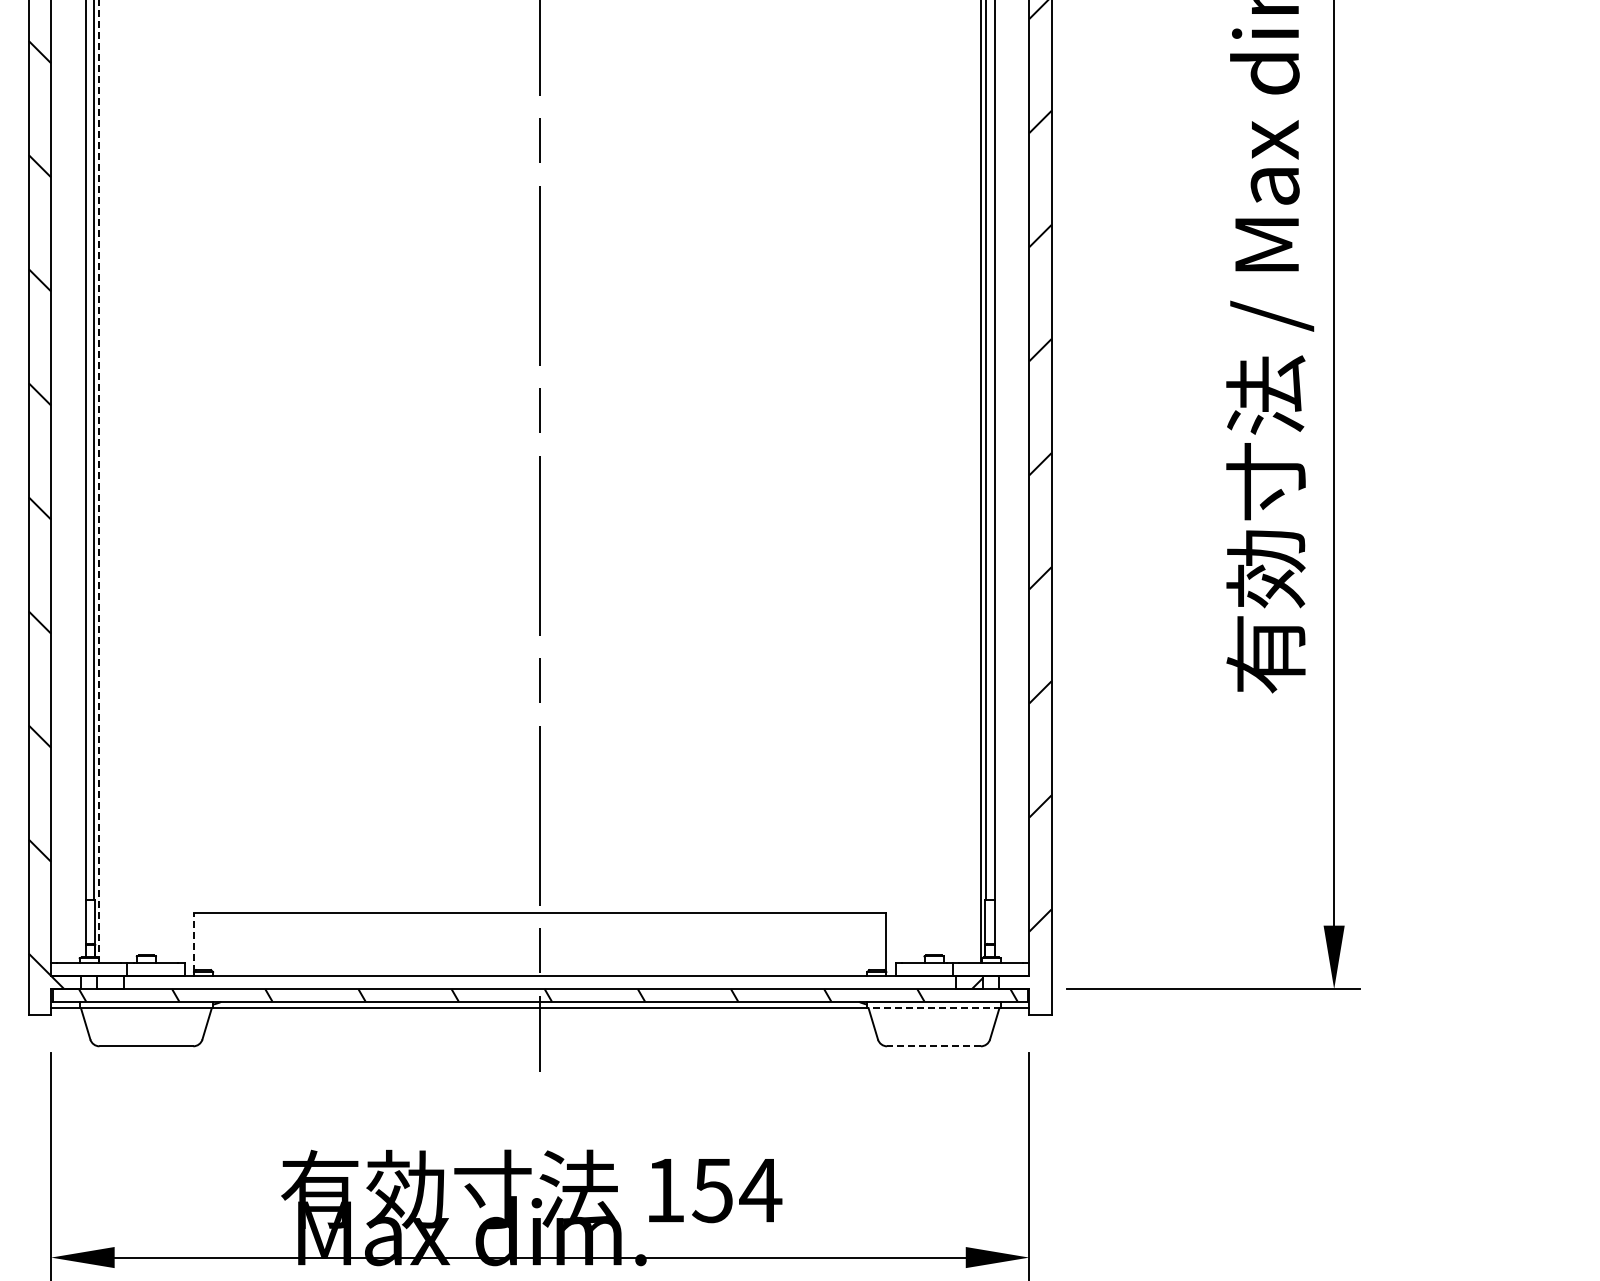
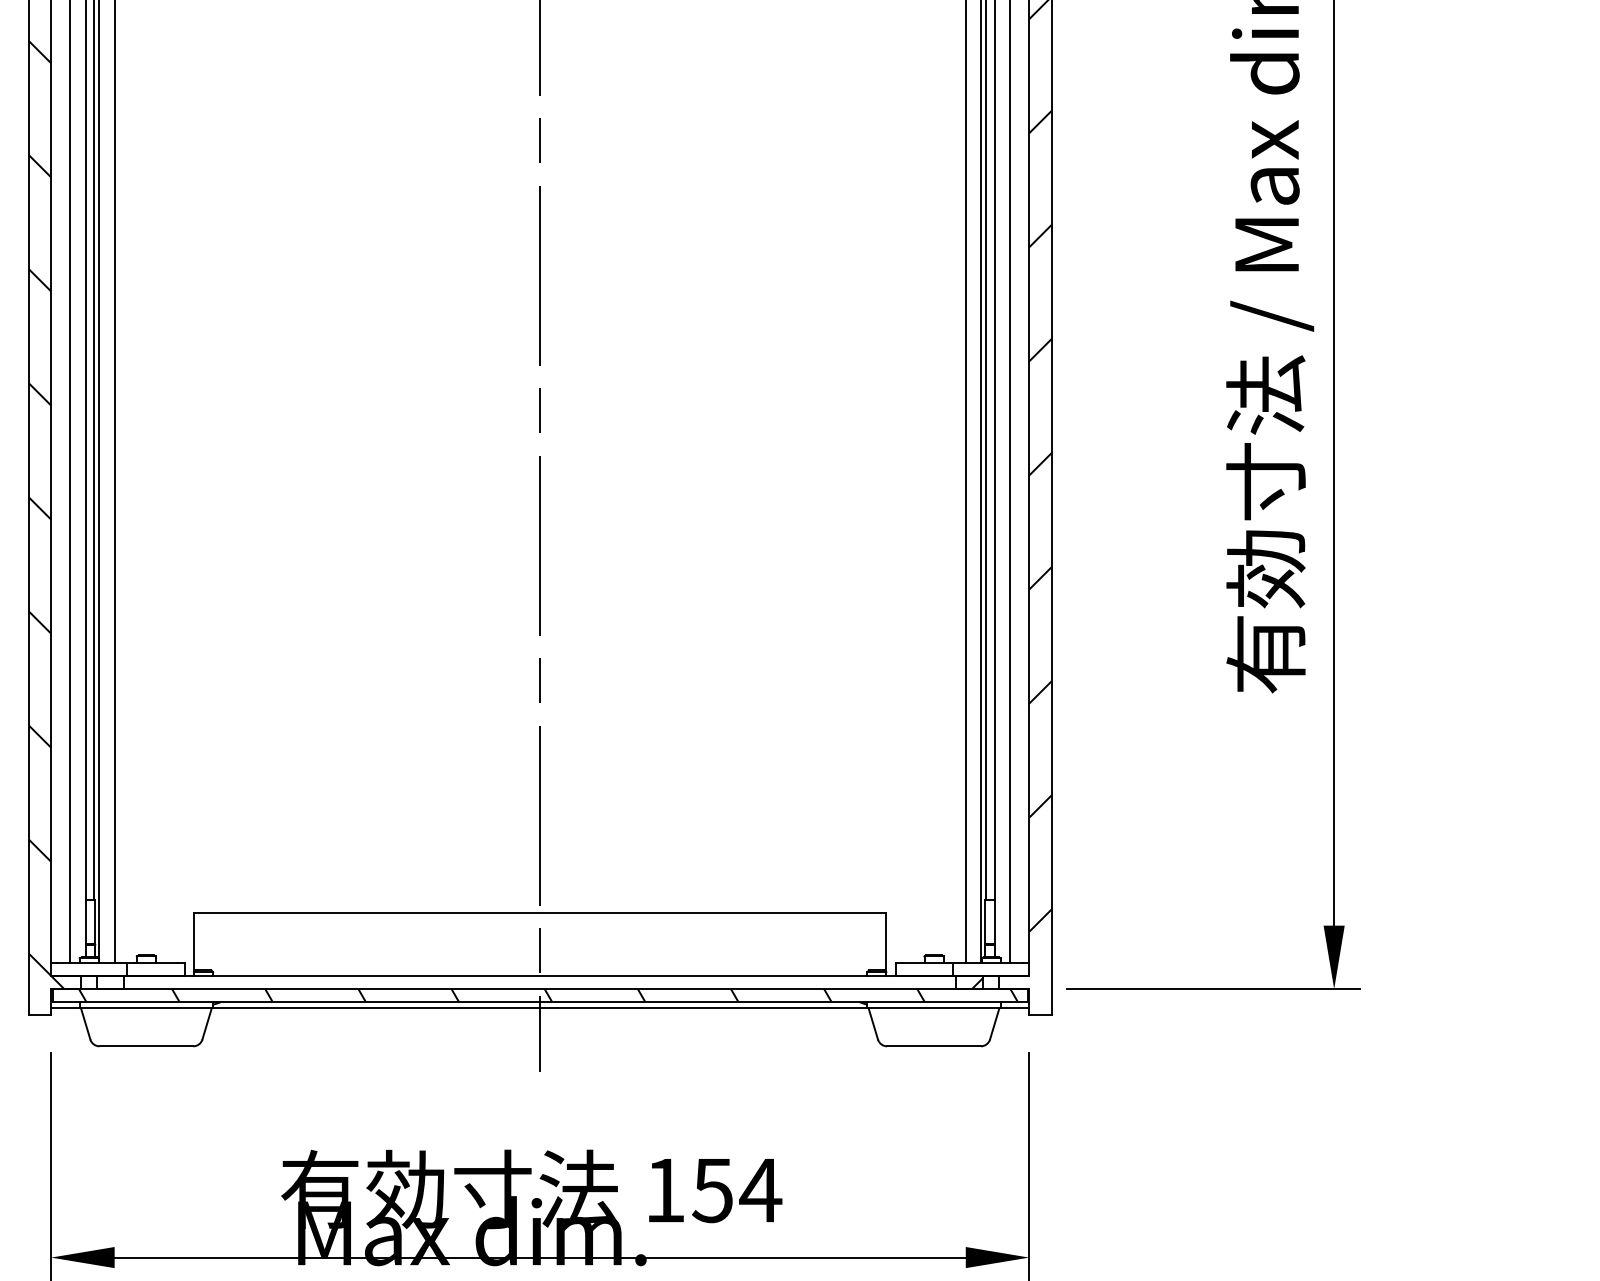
line at (99, 481): dashed -> solid
line at (70, 482): none -> present
line at (114, 482): none -> present
line at (965, 482): none -> present
line at (1010, 482): none -> present
line at (194, 942): dashed -> solid
line at (934, 1008): dashed -> solid
line at (934, 1046): dashed -> solid
